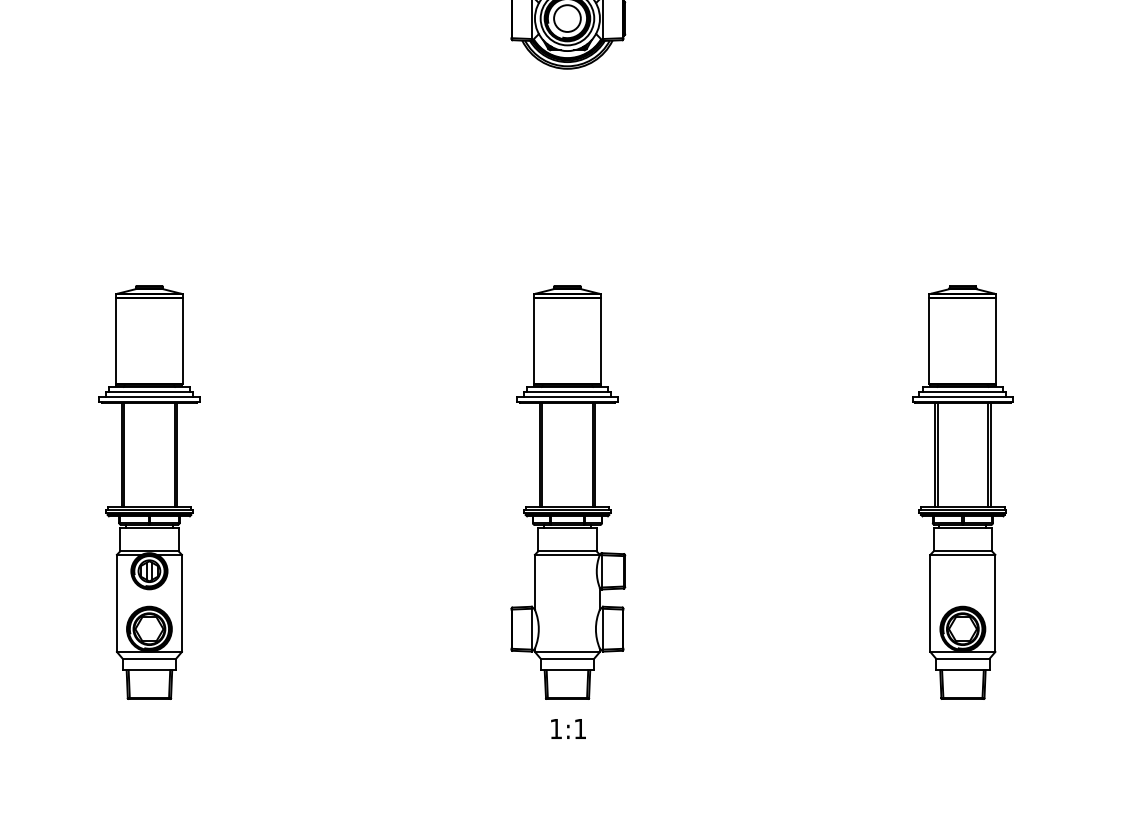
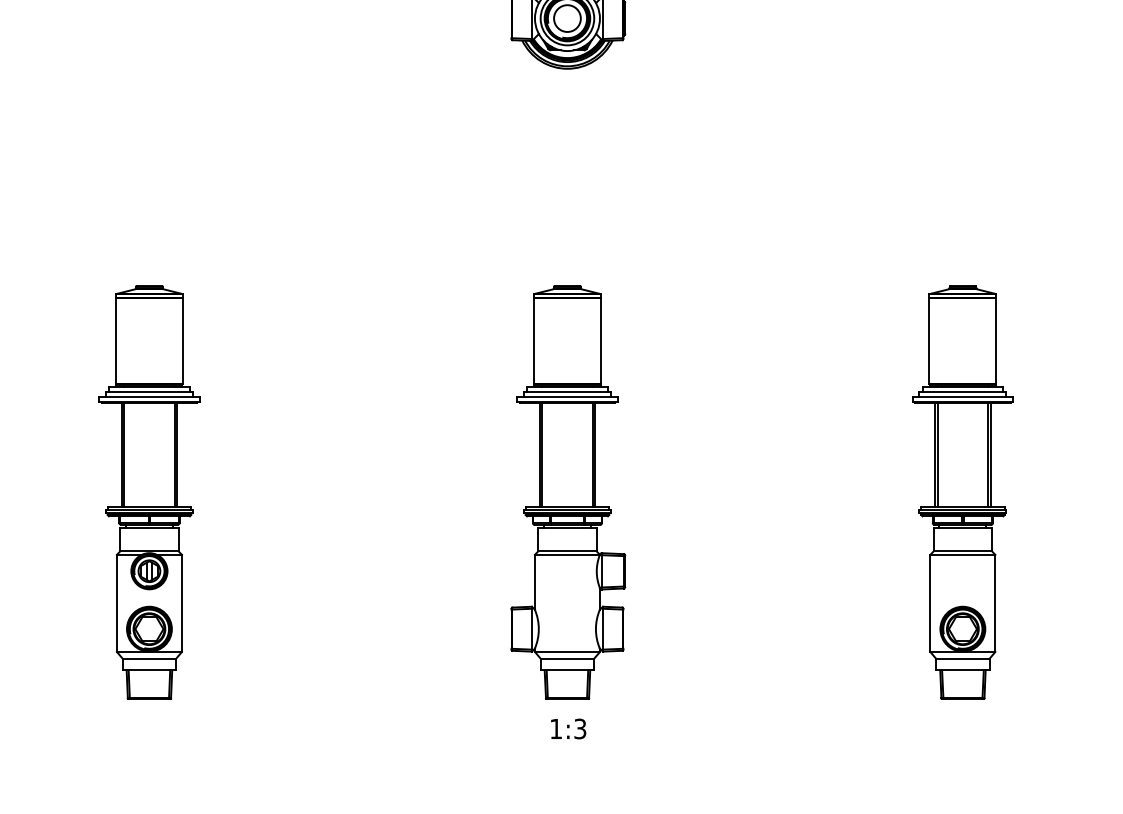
text at (580, 728): 1:1 -> 1:3
